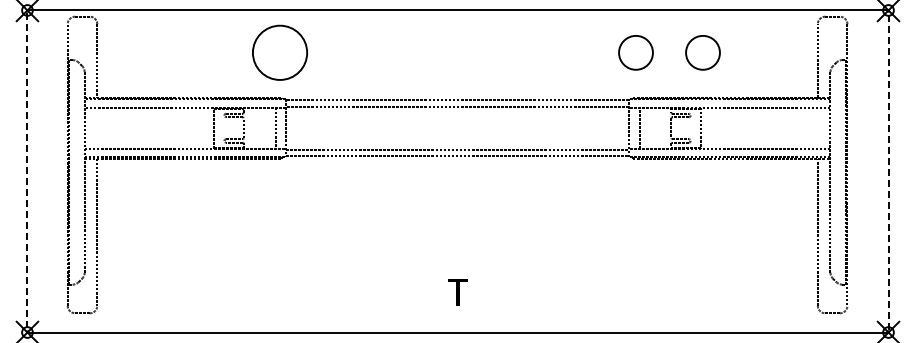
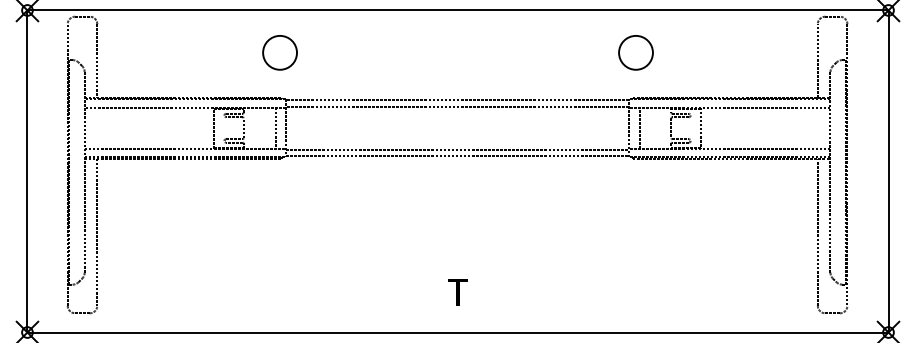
circle at (279, 52) diameter: 54 px -> 34 px
circle at (702, 52): present -> none
line at (27, 171): dashed -> solid
line at (888, 171): dashed -> solid
